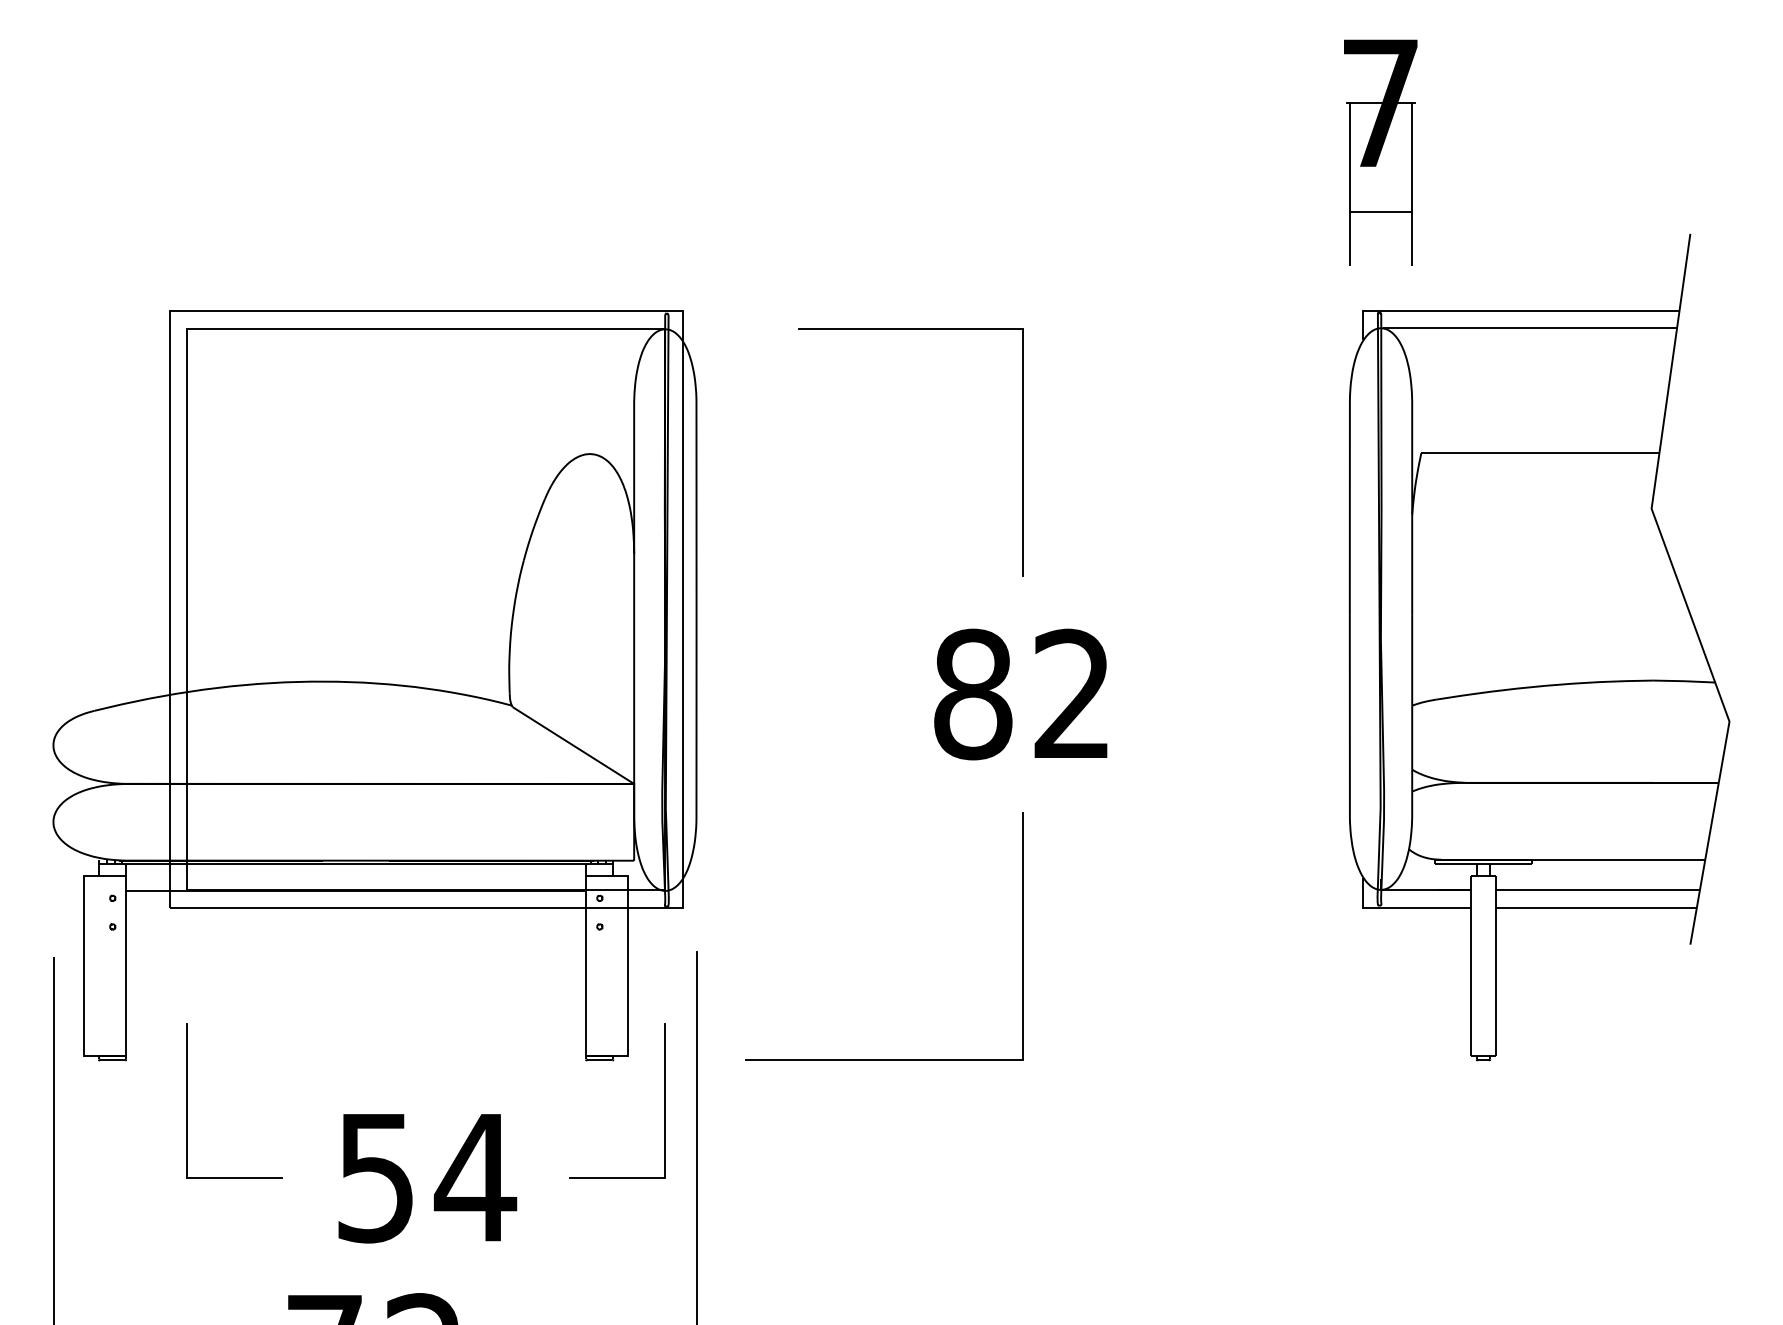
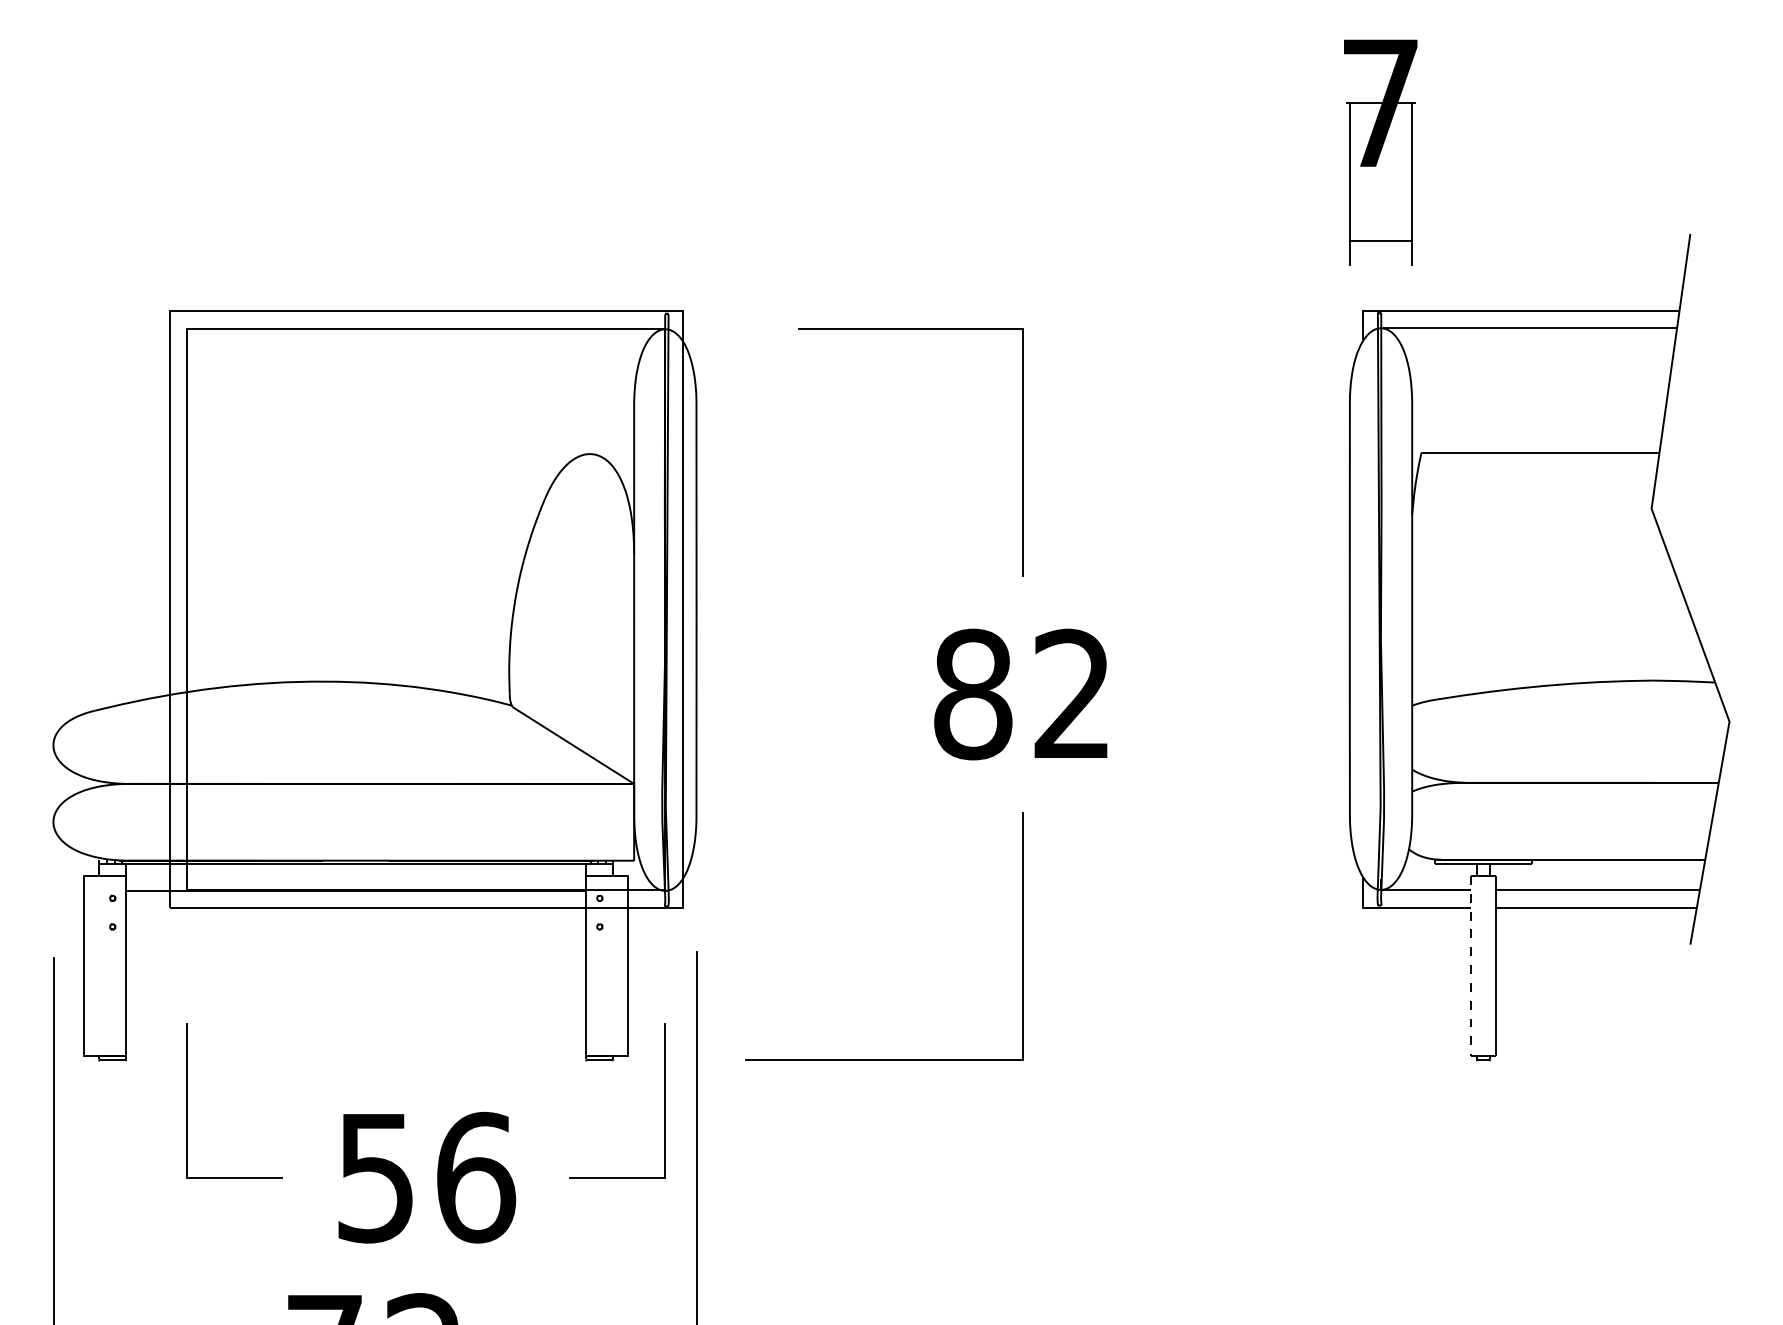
line at (1380, 212) position: (1380, 212) -> (1380, 241)
line at (1471, 965): solid -> dashed
text at (475, 1177): 54 -> 56
